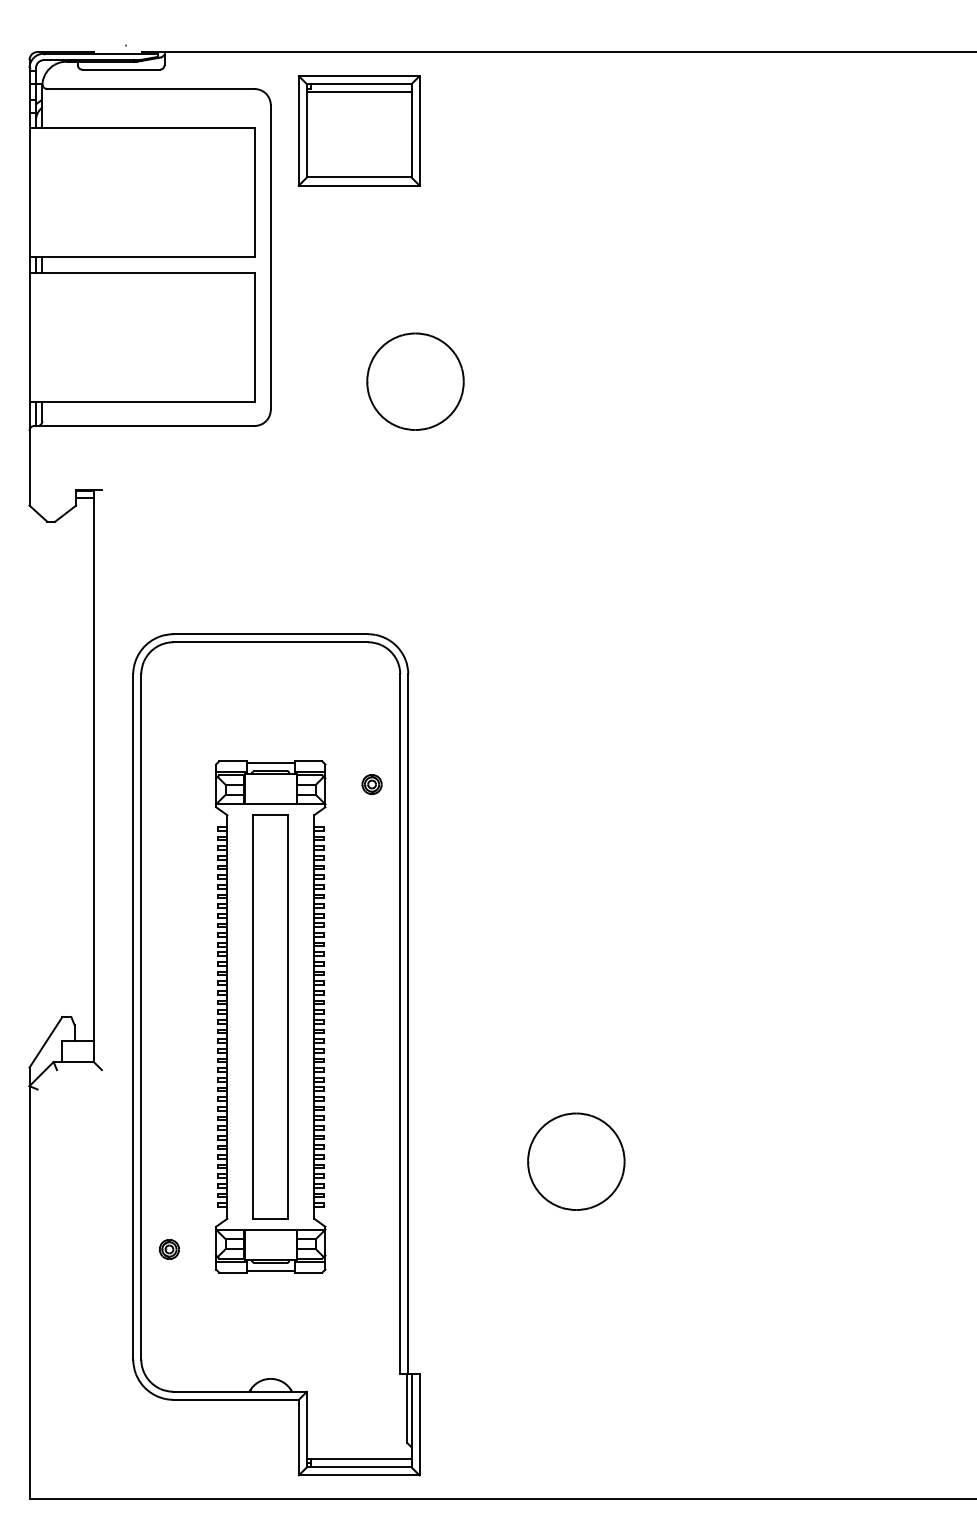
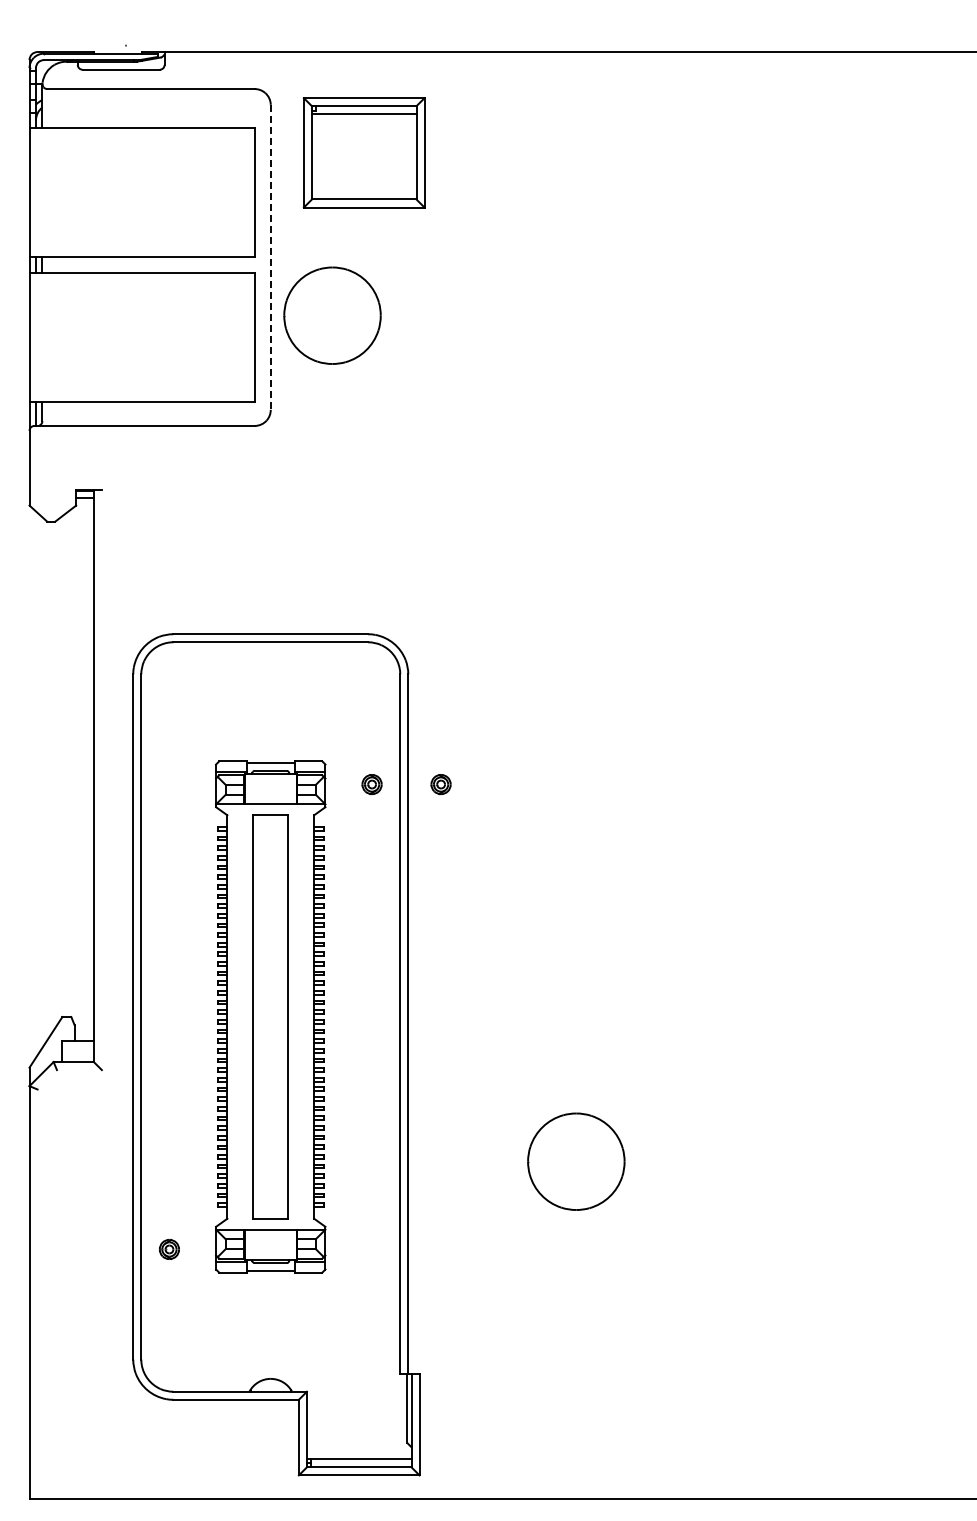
part at (358, 130) position: (358, 130) -> (363, 152)
line at (270, 258): solid -> dashed
part at (415, 381) position: (415, 381) -> (332, 315)
part at (440, 784): none -> present
